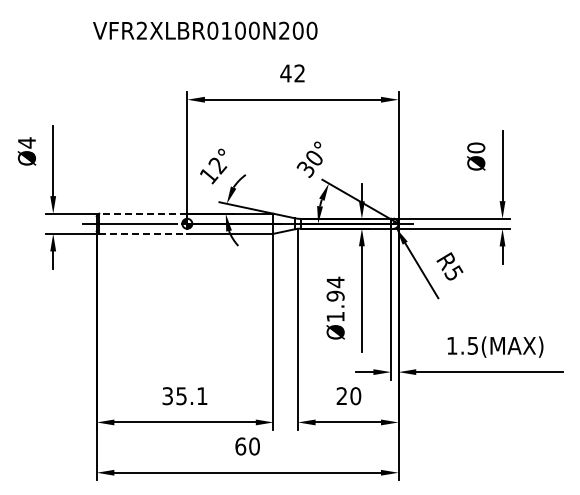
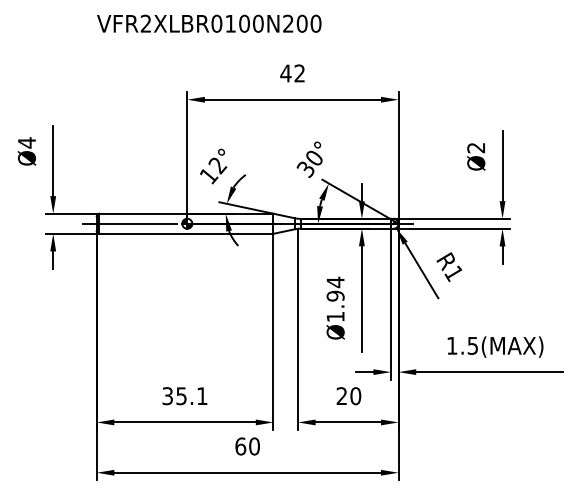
text at (205, 30) position: (205, 30) -> (209, 23)
text at (476, 147): Ø0 -> Ø2
line at (142, 213): dashed -> solid
line at (143, 233): dashed -> solid
text at (453, 273): R5 -> R1
